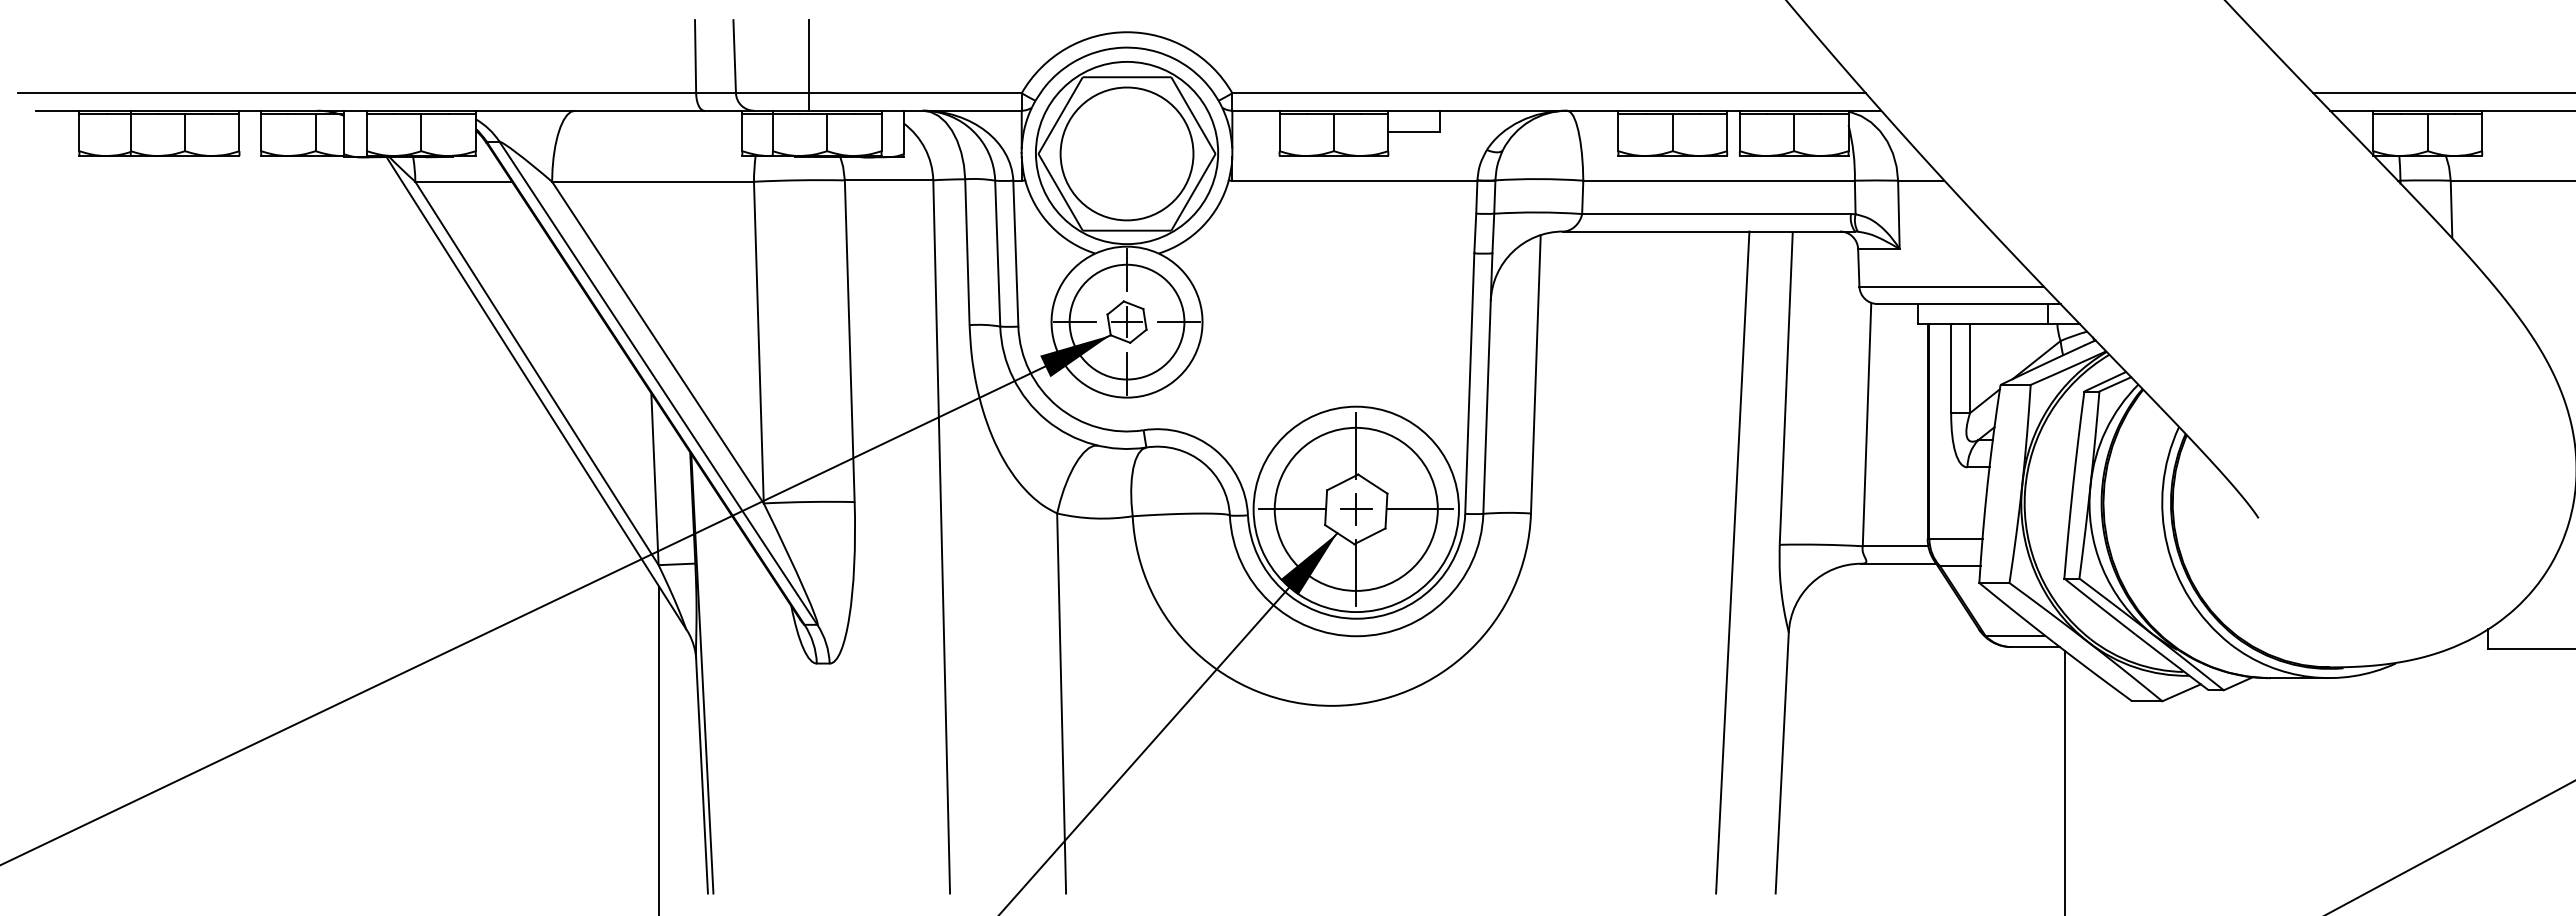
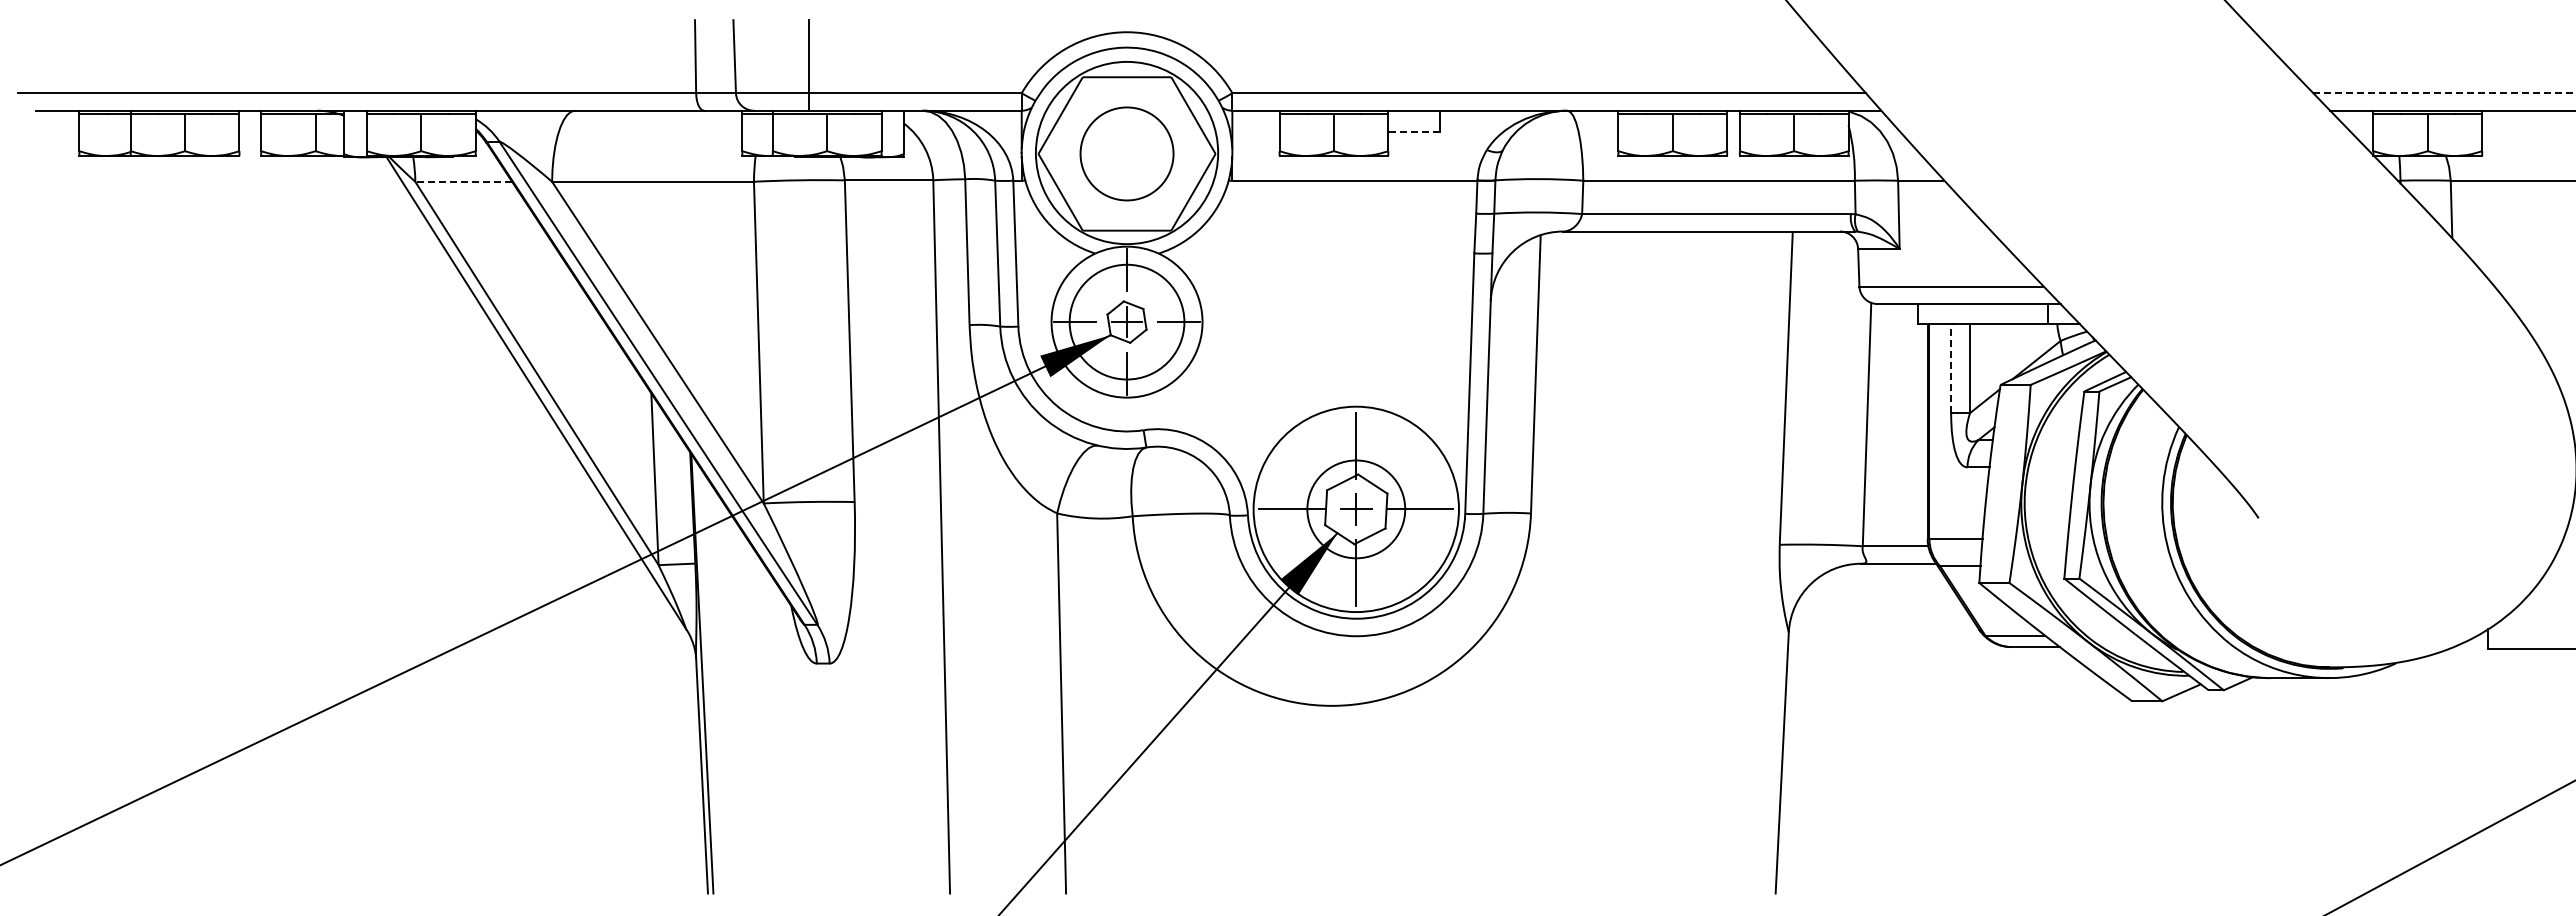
line at (2444, 93): solid -> dashed
line at (1414, 131): solid -> dashed
circle at (1126, 153) diameter: 133 px -> 93 px
line at (463, 181): solid -> dashed
line at (1951, 368): solid -> dashed
circle at (1355, 508) diameter: 163 px -> 98 px
line at (1732, 562): present -> none
line at (659, 749): present -> none
line at (2065, 781): present -> none
